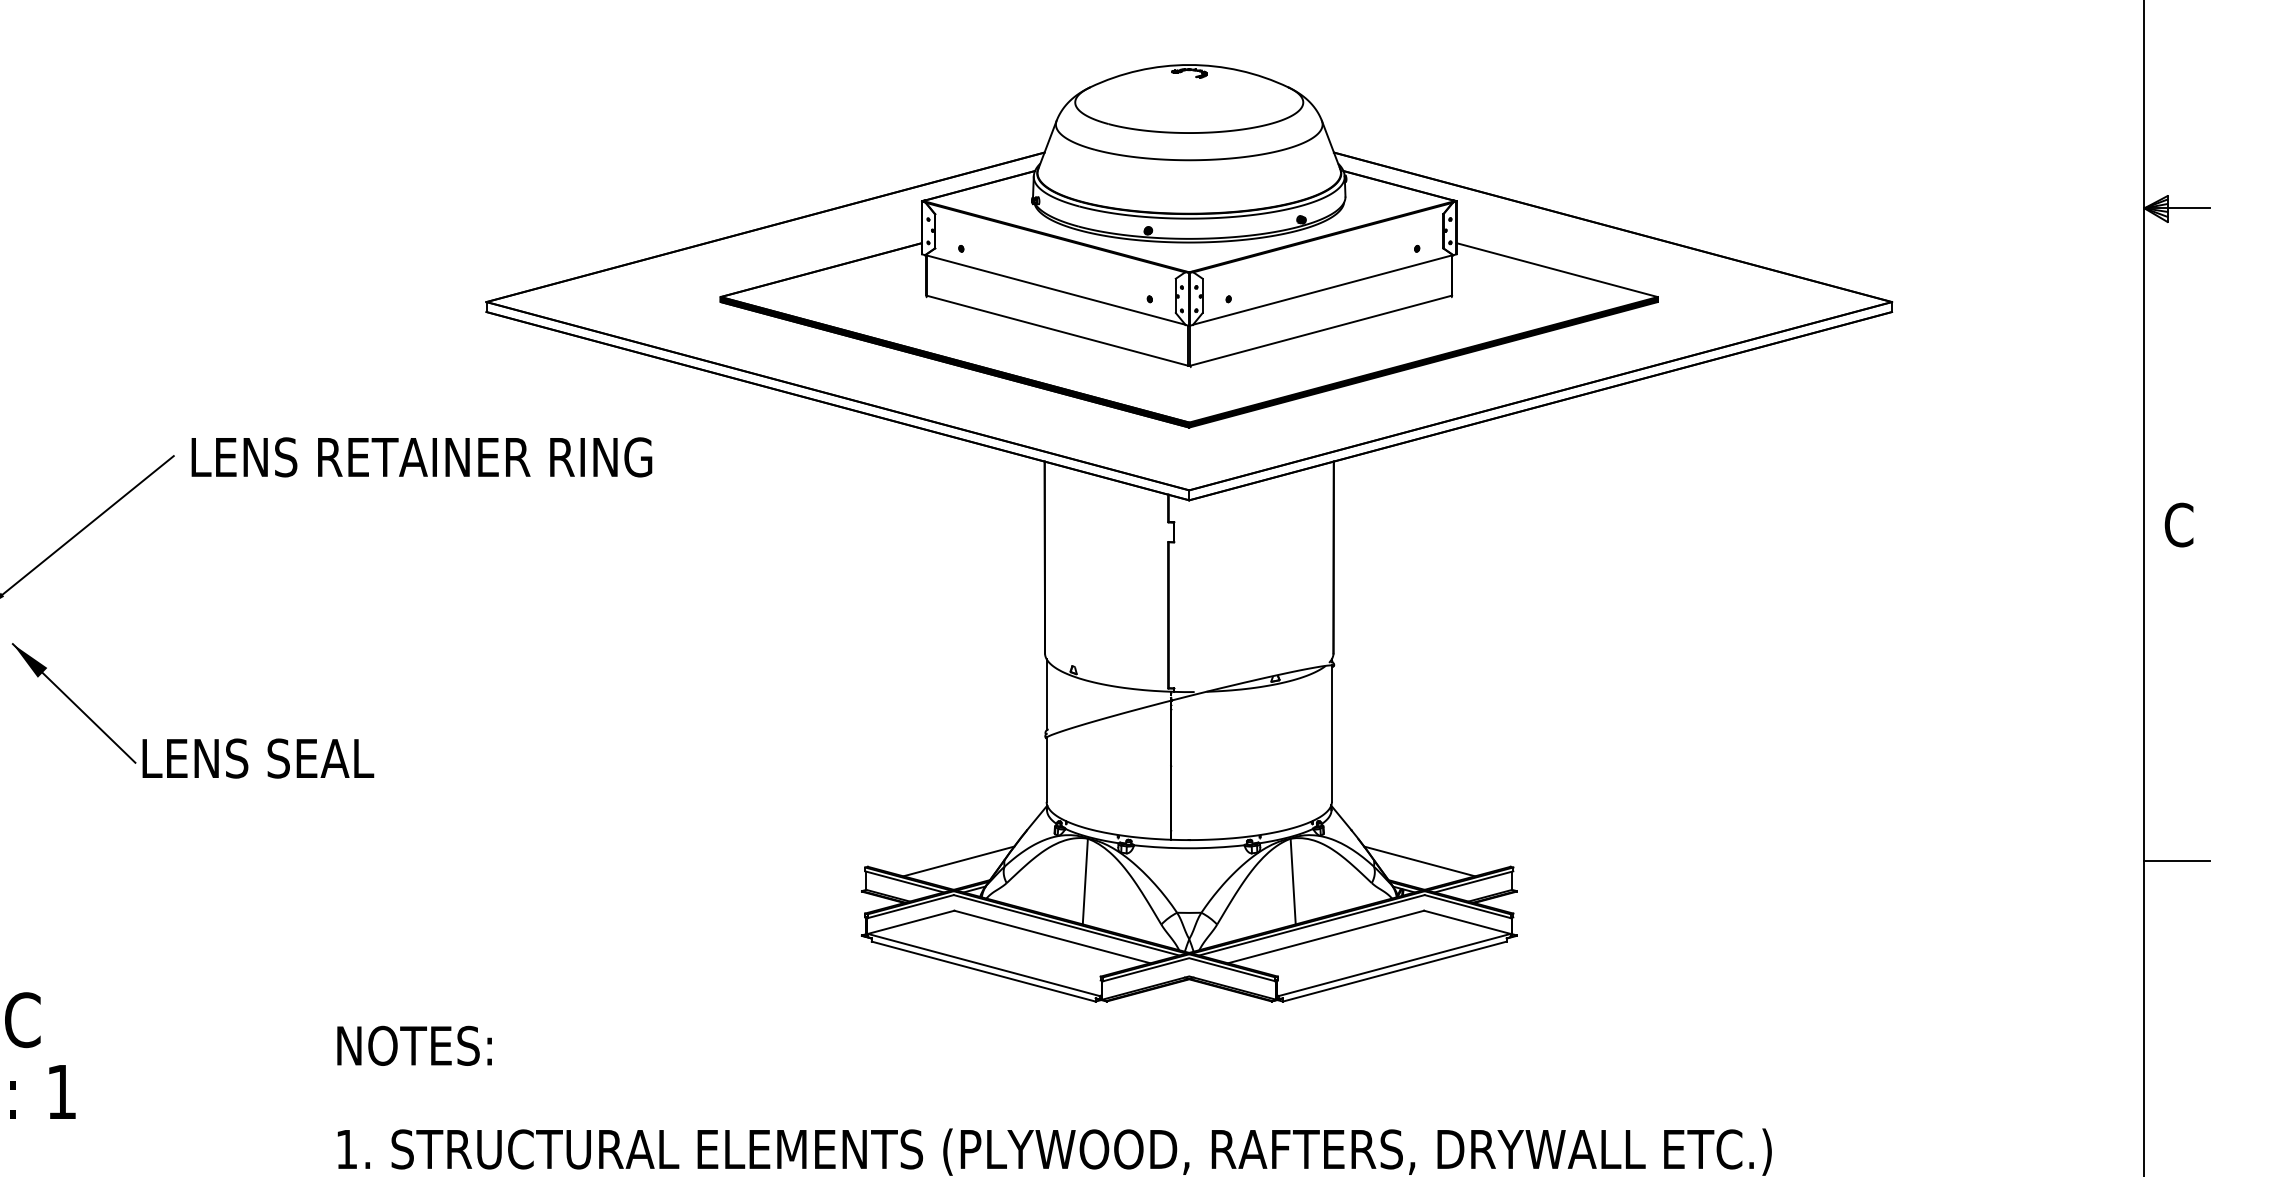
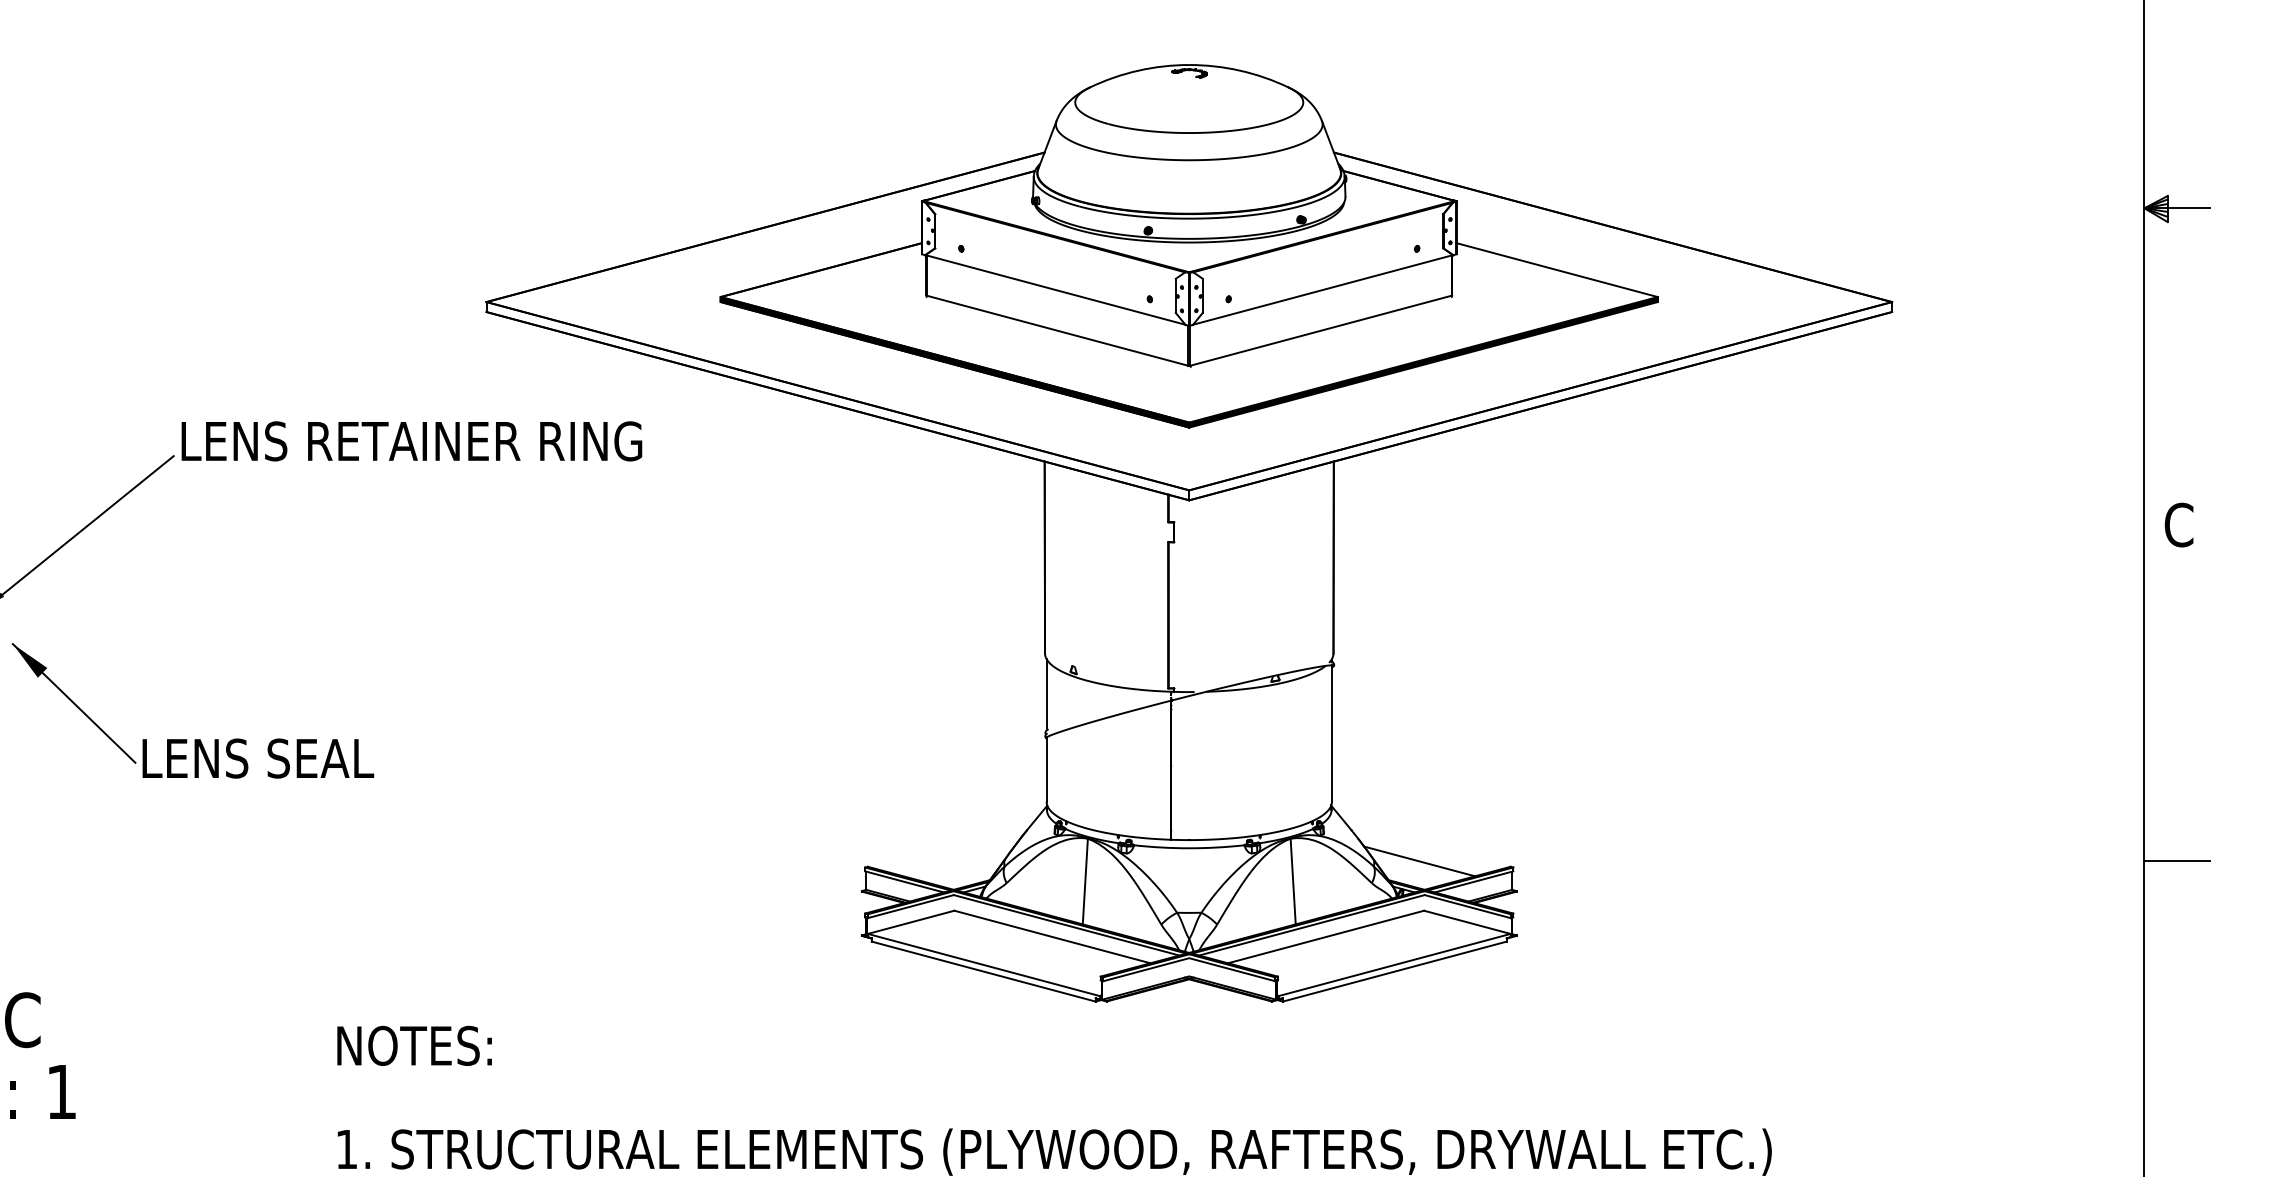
text at (421, 457) position: (421, 457) -> (411, 441)
line at (958, 861): present -> none
